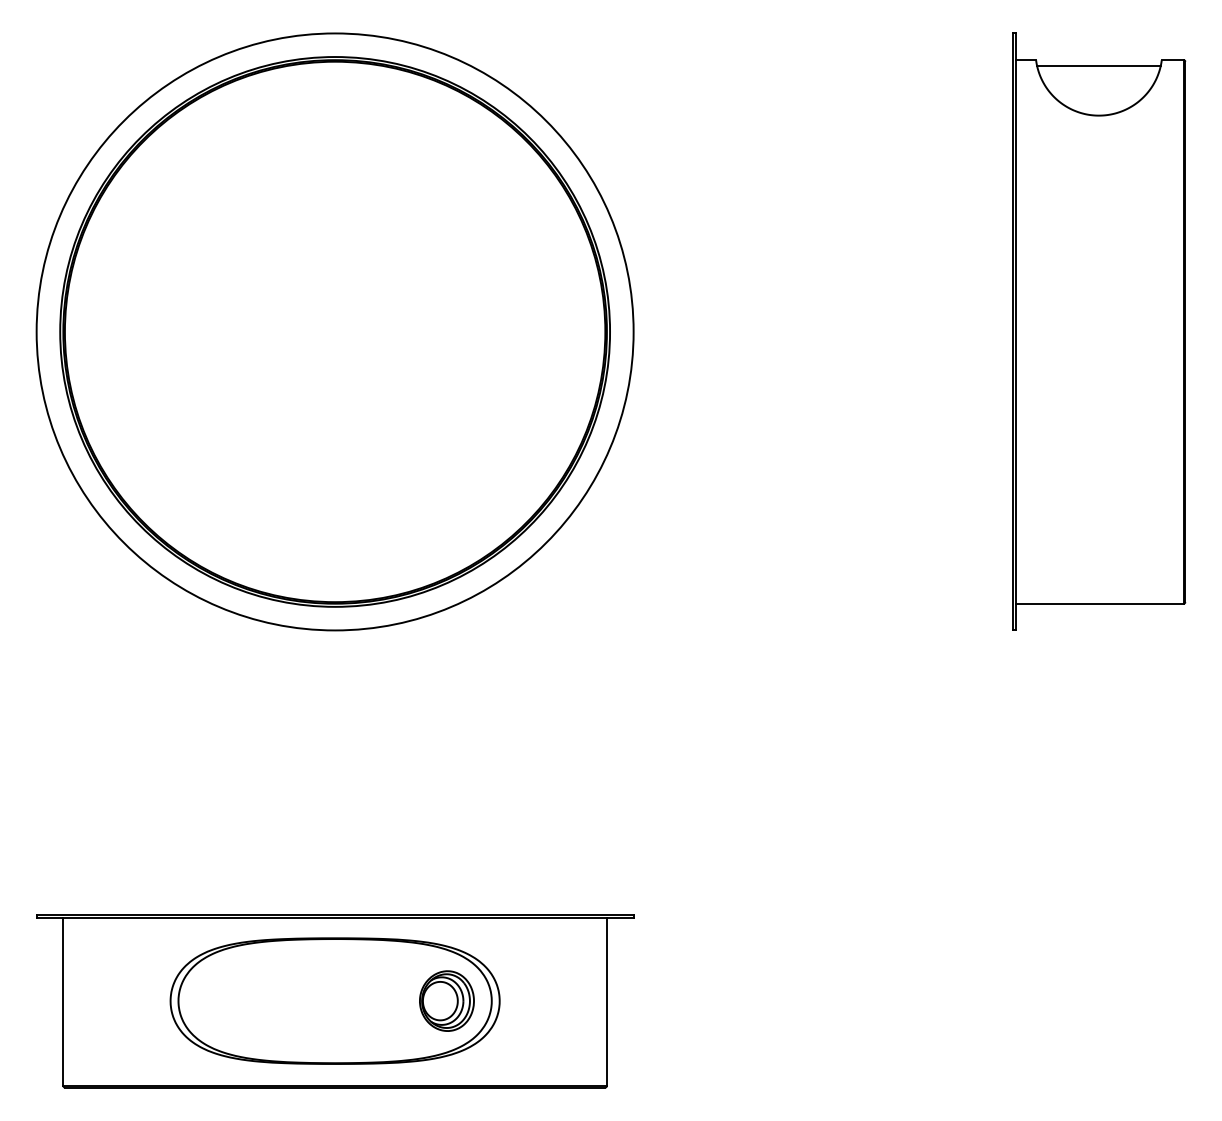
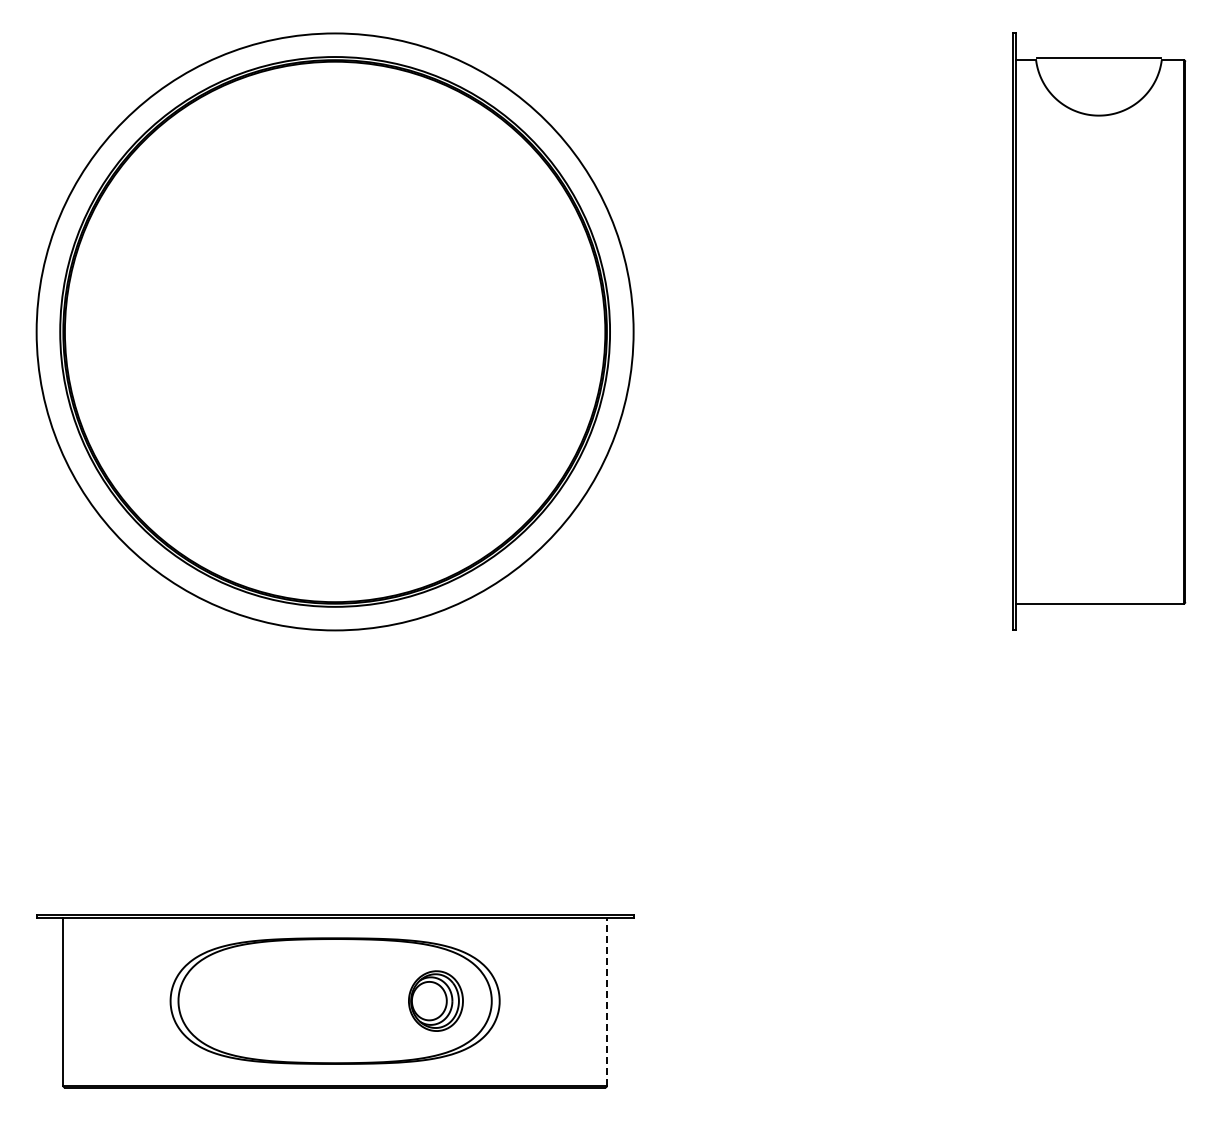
line at (1098, 65) position: (1098, 65) -> (1098, 57)
part at (446, 1000) position: (446, 1000) -> (435, 1000)
line at (606, 1001): solid -> dashed
